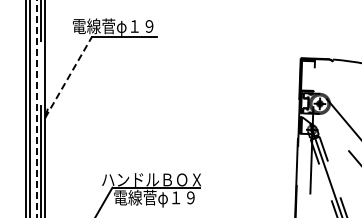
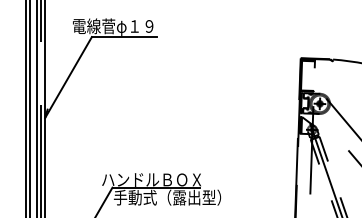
line at (68, 77): dashed -> solid
line at (36, 109): dashed -> solid
text at (167, 198): 電線菅φ１９ -> 手動式（露出型）
